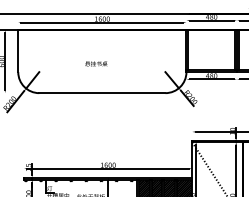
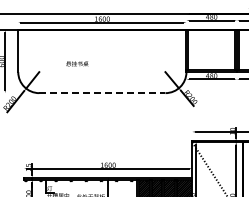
text at (96, 63) position: (96, 63) -> (77, 63)
line at (102, 93): solid -> dashed
